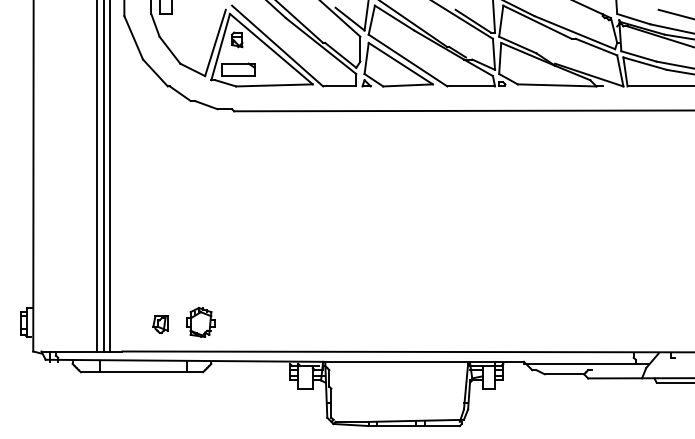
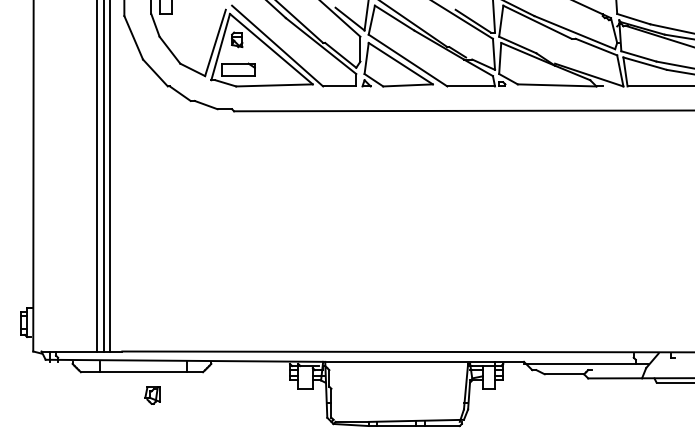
line at (674, 13): present -> none
part at (200, 322): present -> none
part at (160, 324) position: (160, 324) -> (152, 395)
